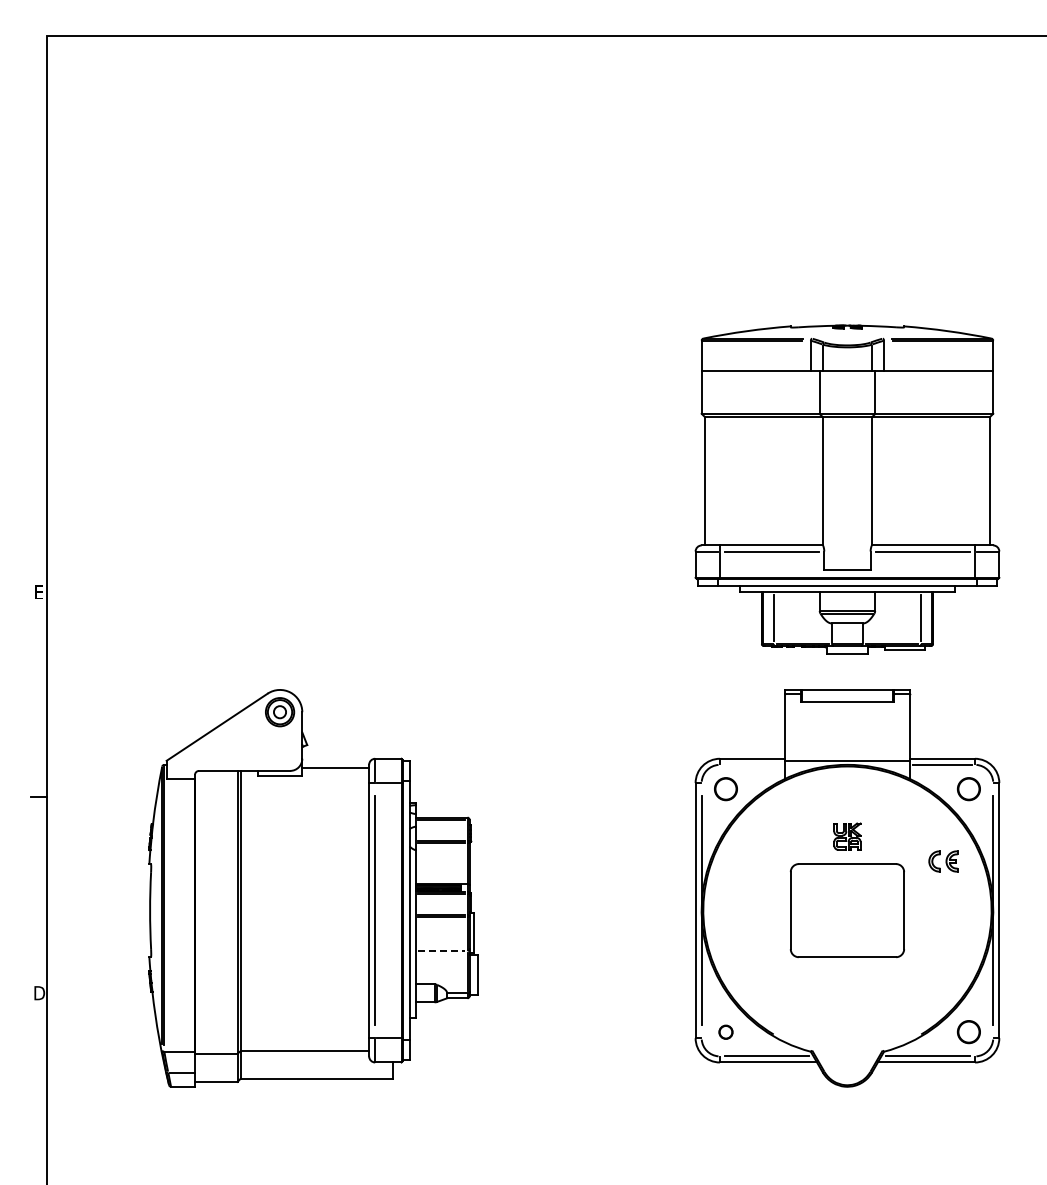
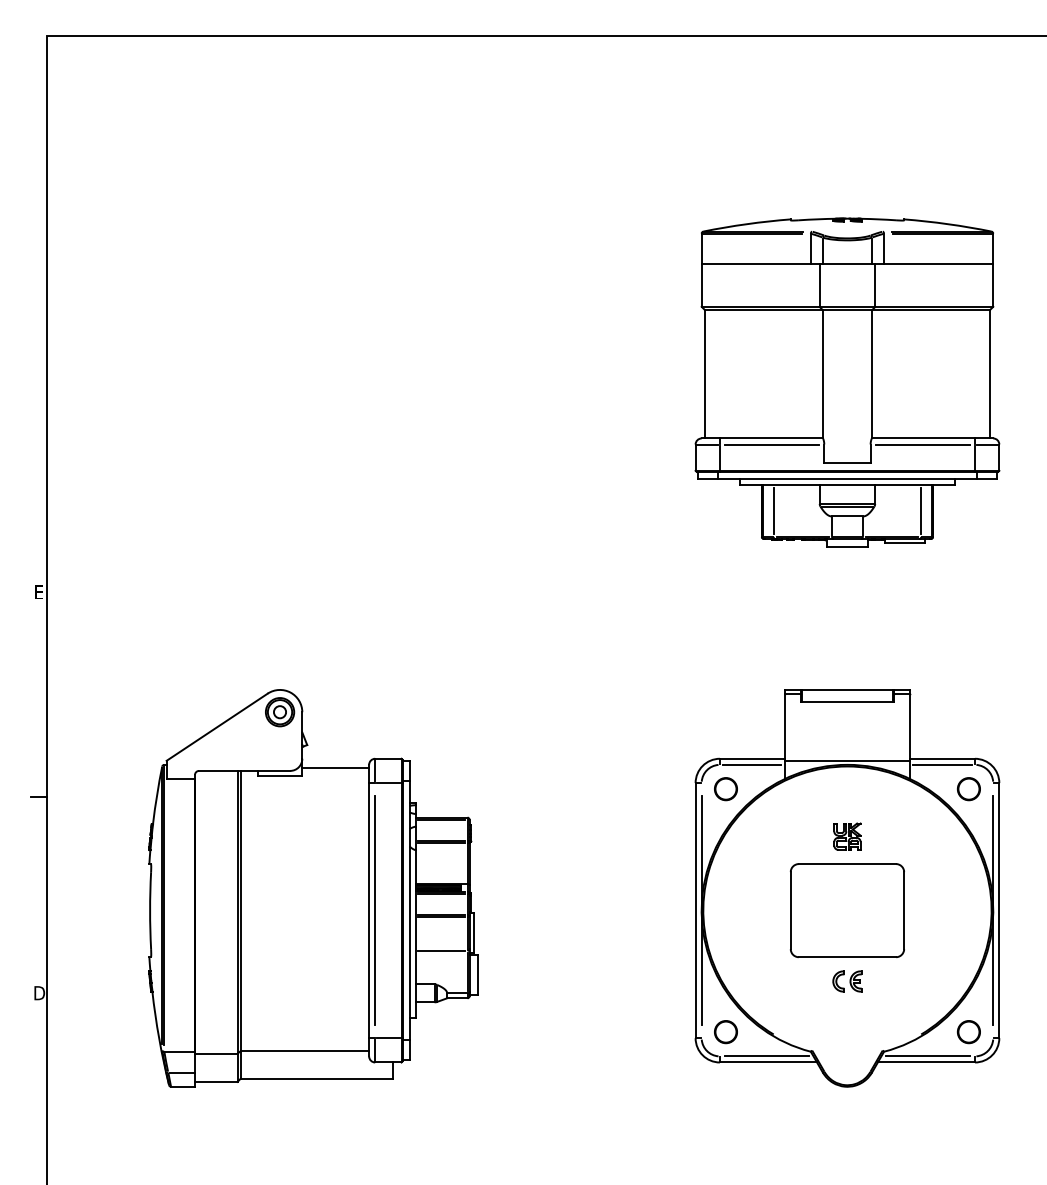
part at (847, 489) position: (847, 489) -> (847, 382)
line at (752, 764): none -> present
part at (943, 861) position: (943, 861) -> (847, 981)
line at (442, 950): dashed -> solid
circle at (725, 1031) size: 16x16 px -> 24x25 px
